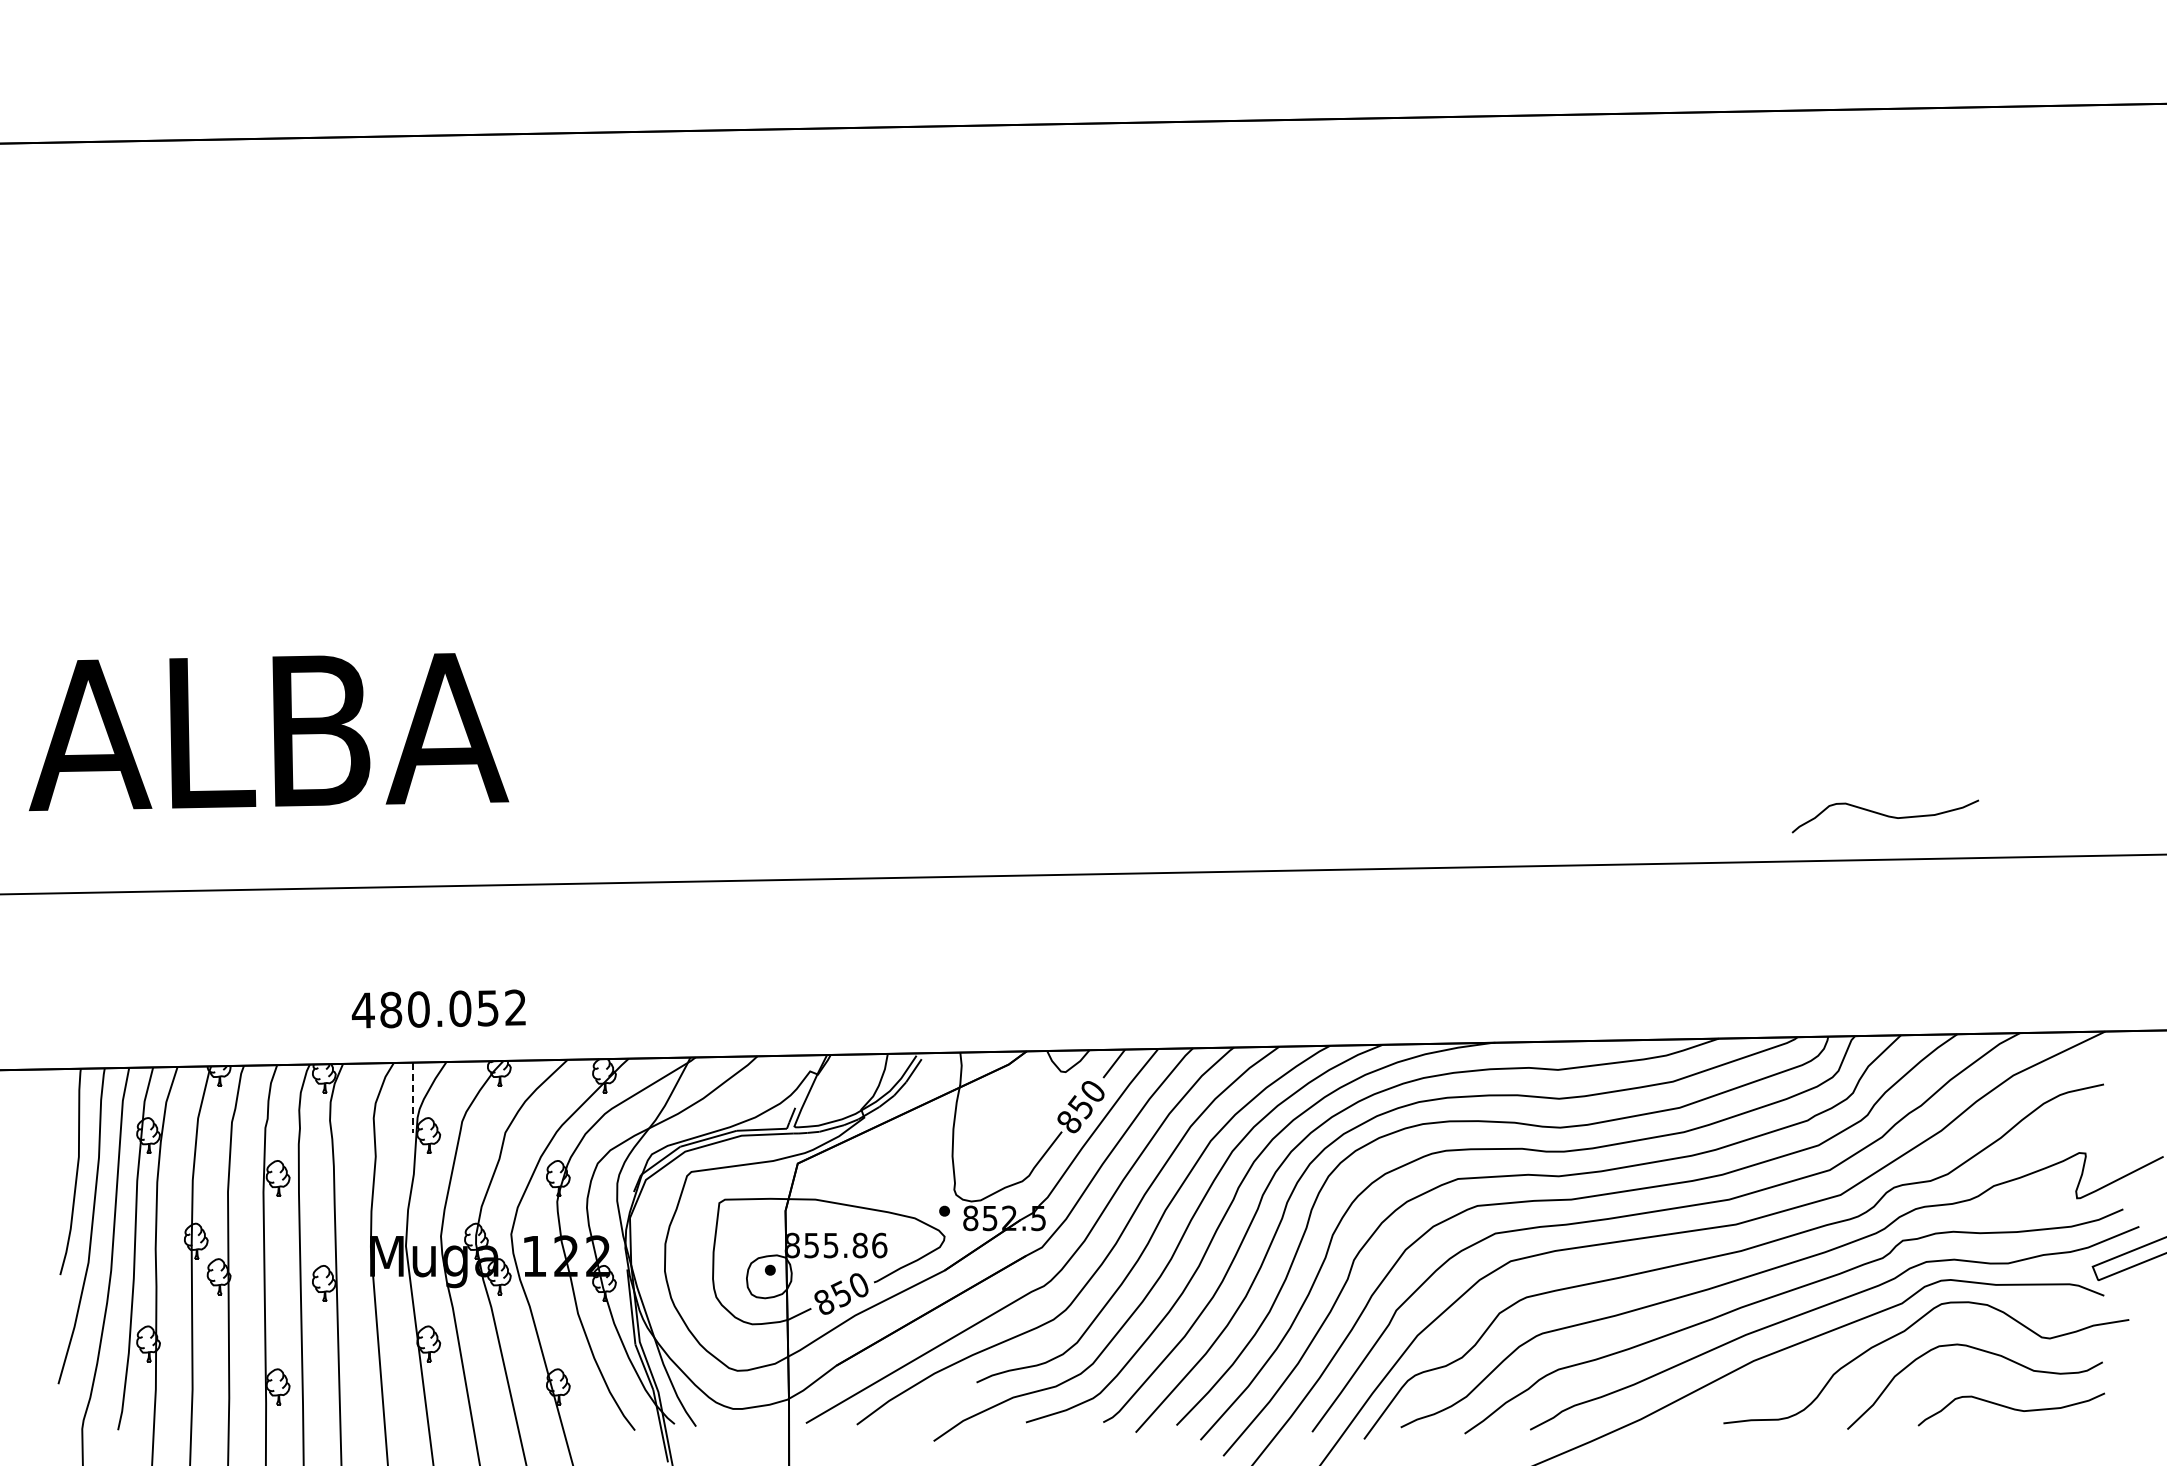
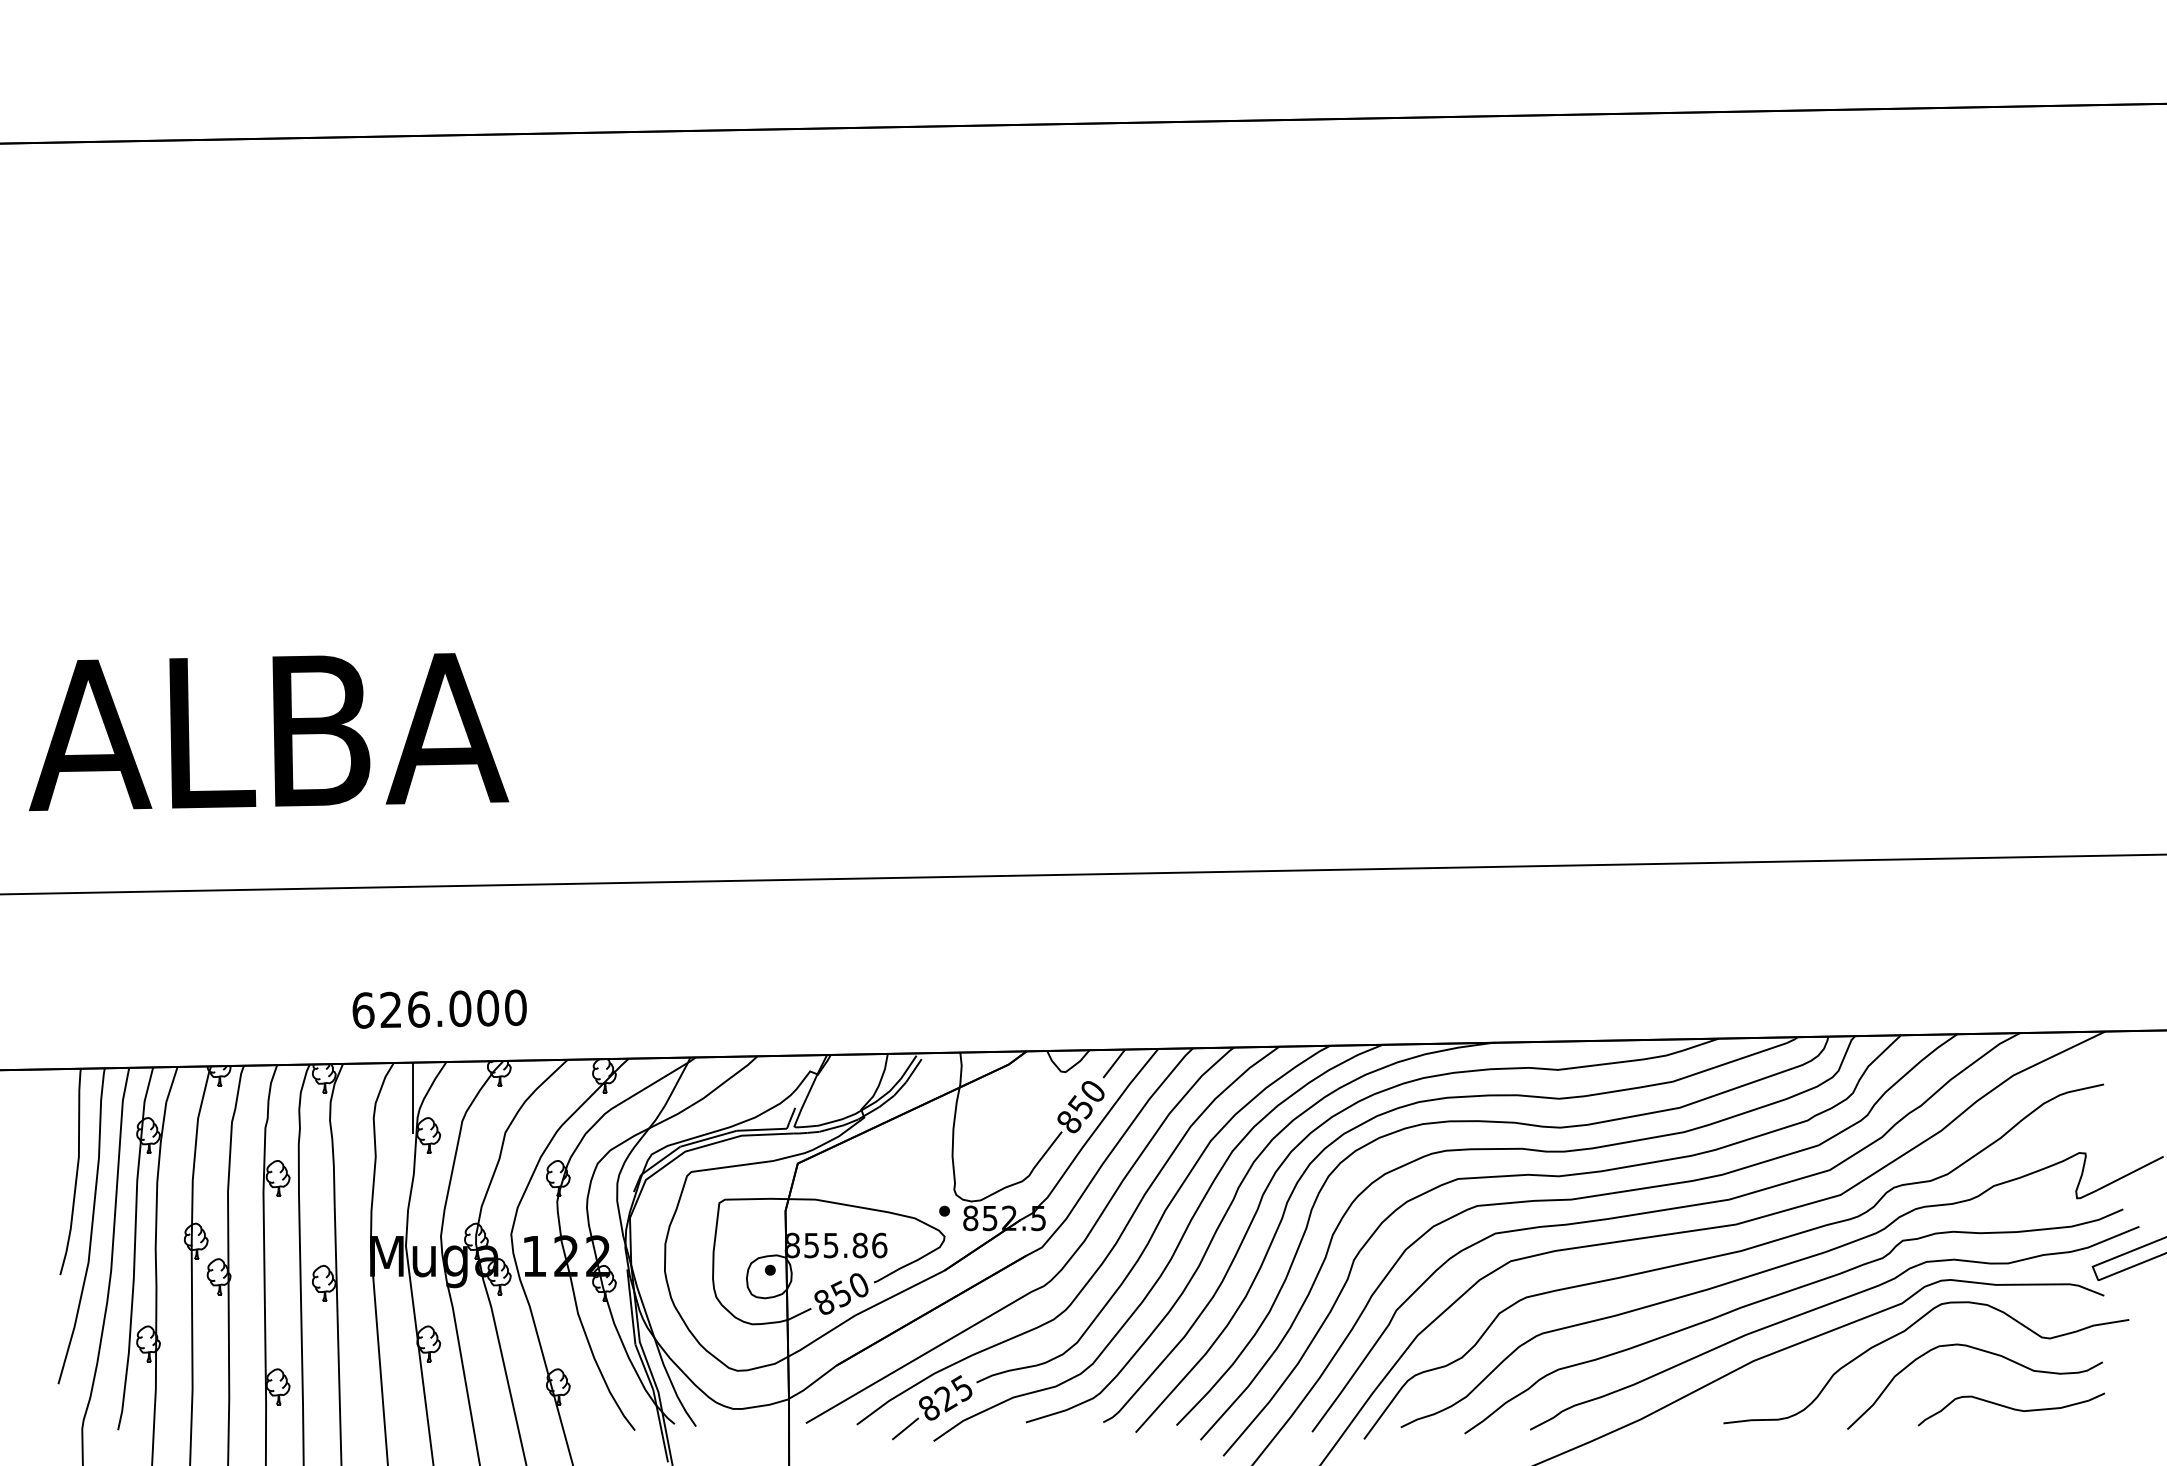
curve at (1884, 816): present -> none
text at (438, 1008): 480.052 -> 626.000
line at (412, 1098): dashed -> solid
part at (932, 1407): none -> present
